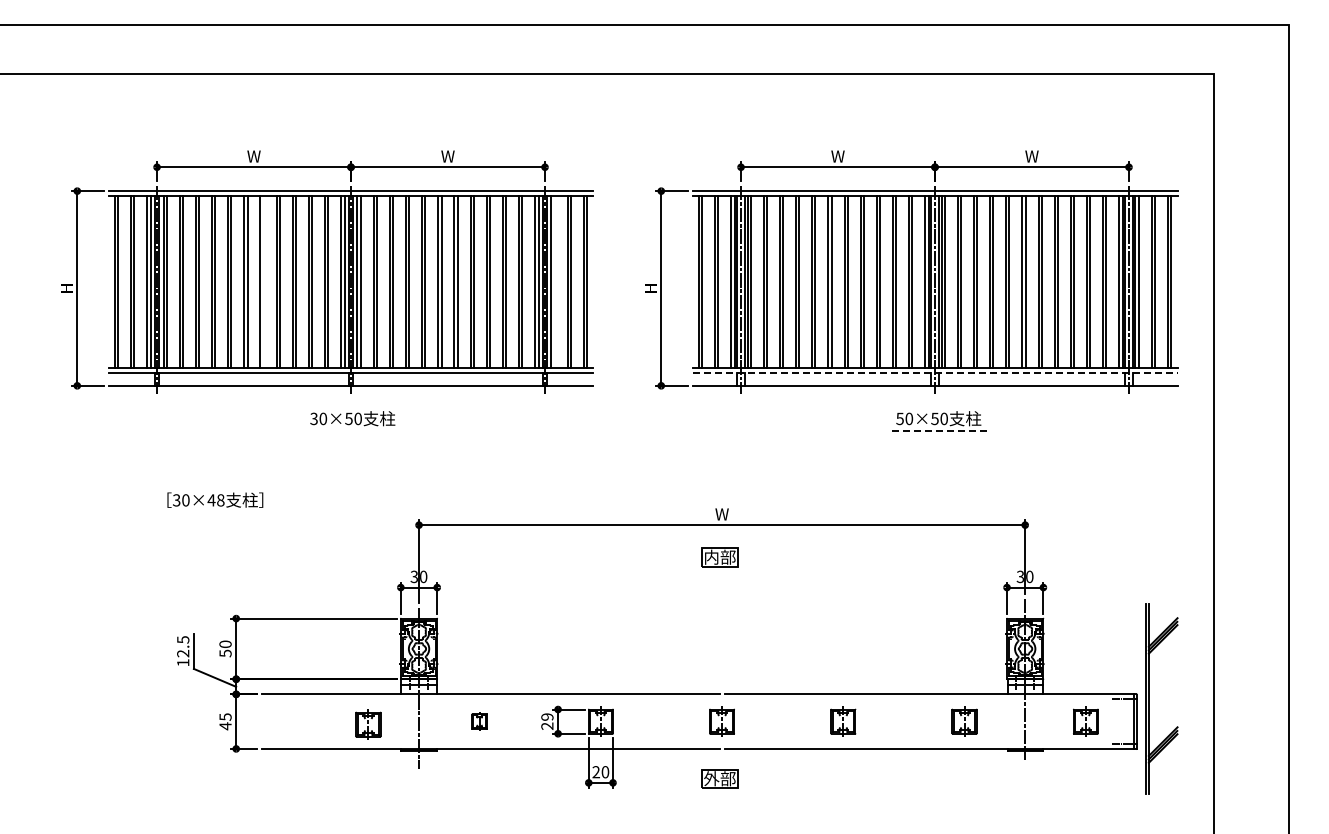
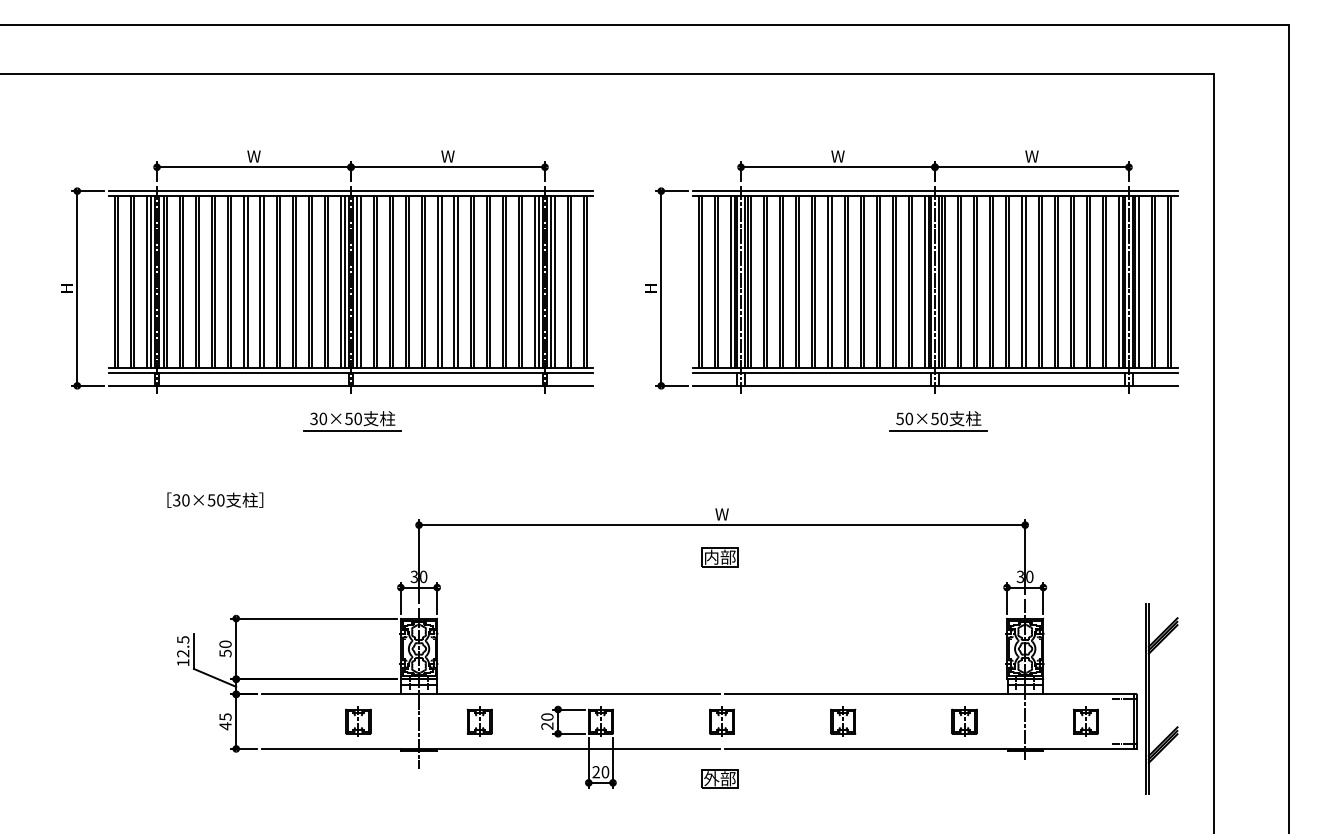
line at (263, 281): none -> present
line at (554, 281): none -> present
line at (935, 372): dashed -> solid
line at (352, 431): none -> present
line at (938, 431): dashed -> solid
text at (215, 500): 30×48 -> 30×50
text at (547, 716): 29 -> 20
part at (479, 721) size: 17x19 px -> 27x31 px
part at (368, 724) position: (368, 724) -> (358, 721)
